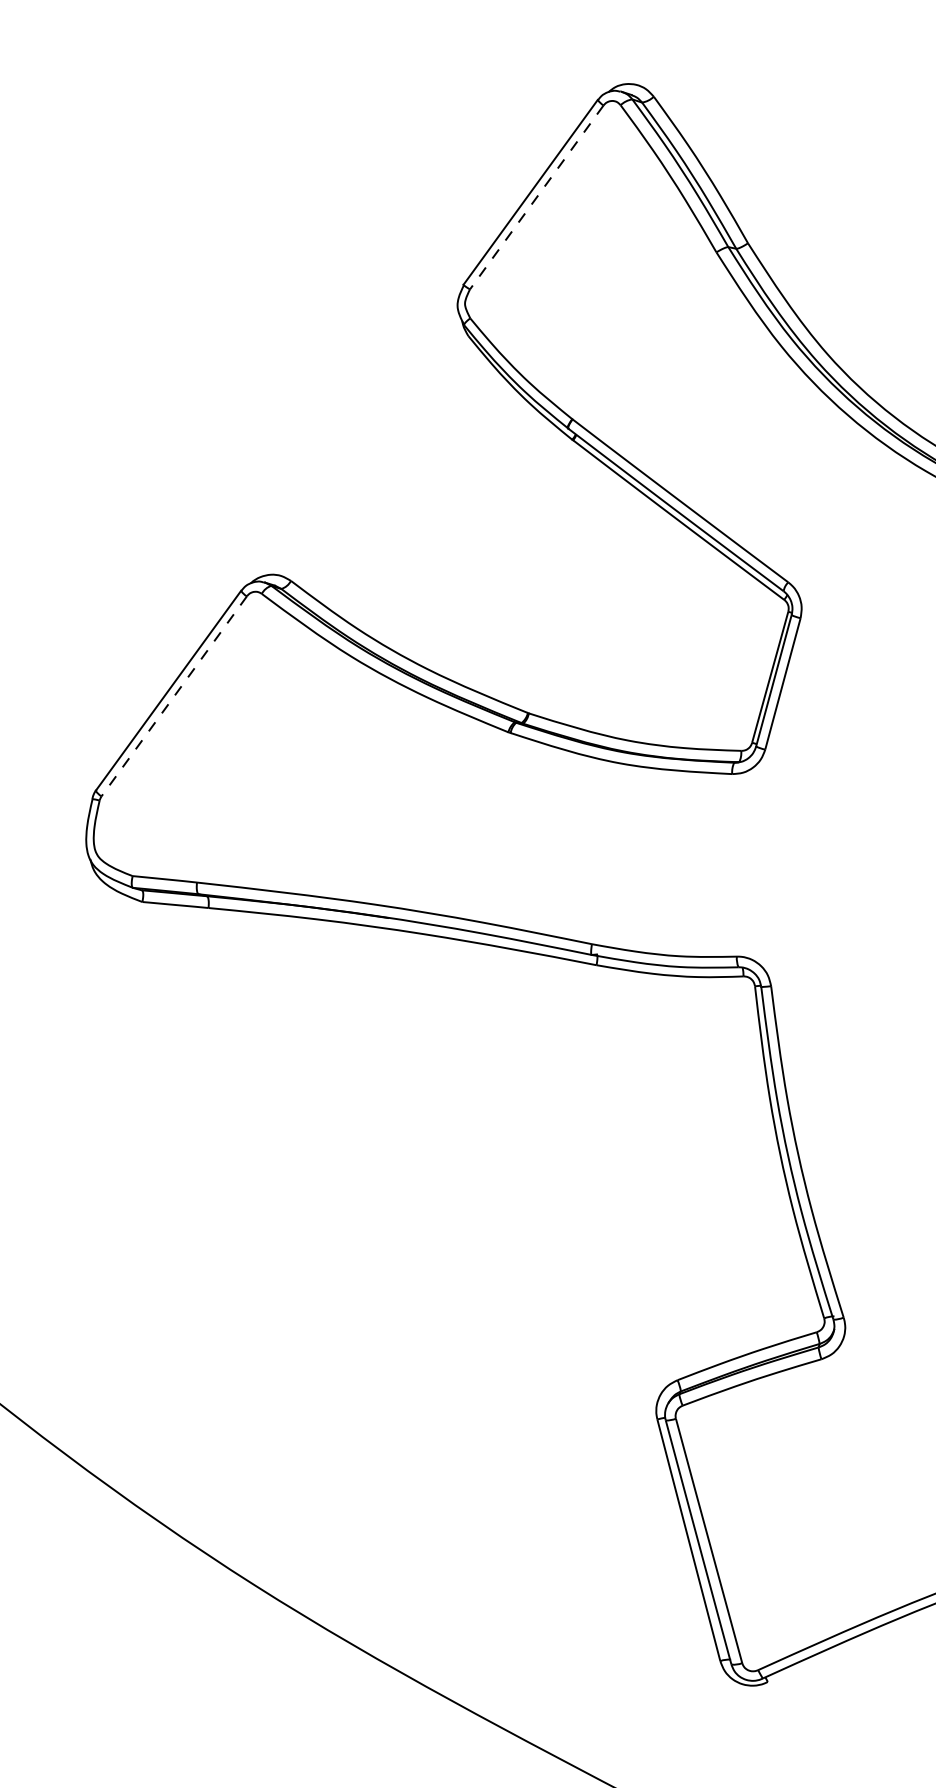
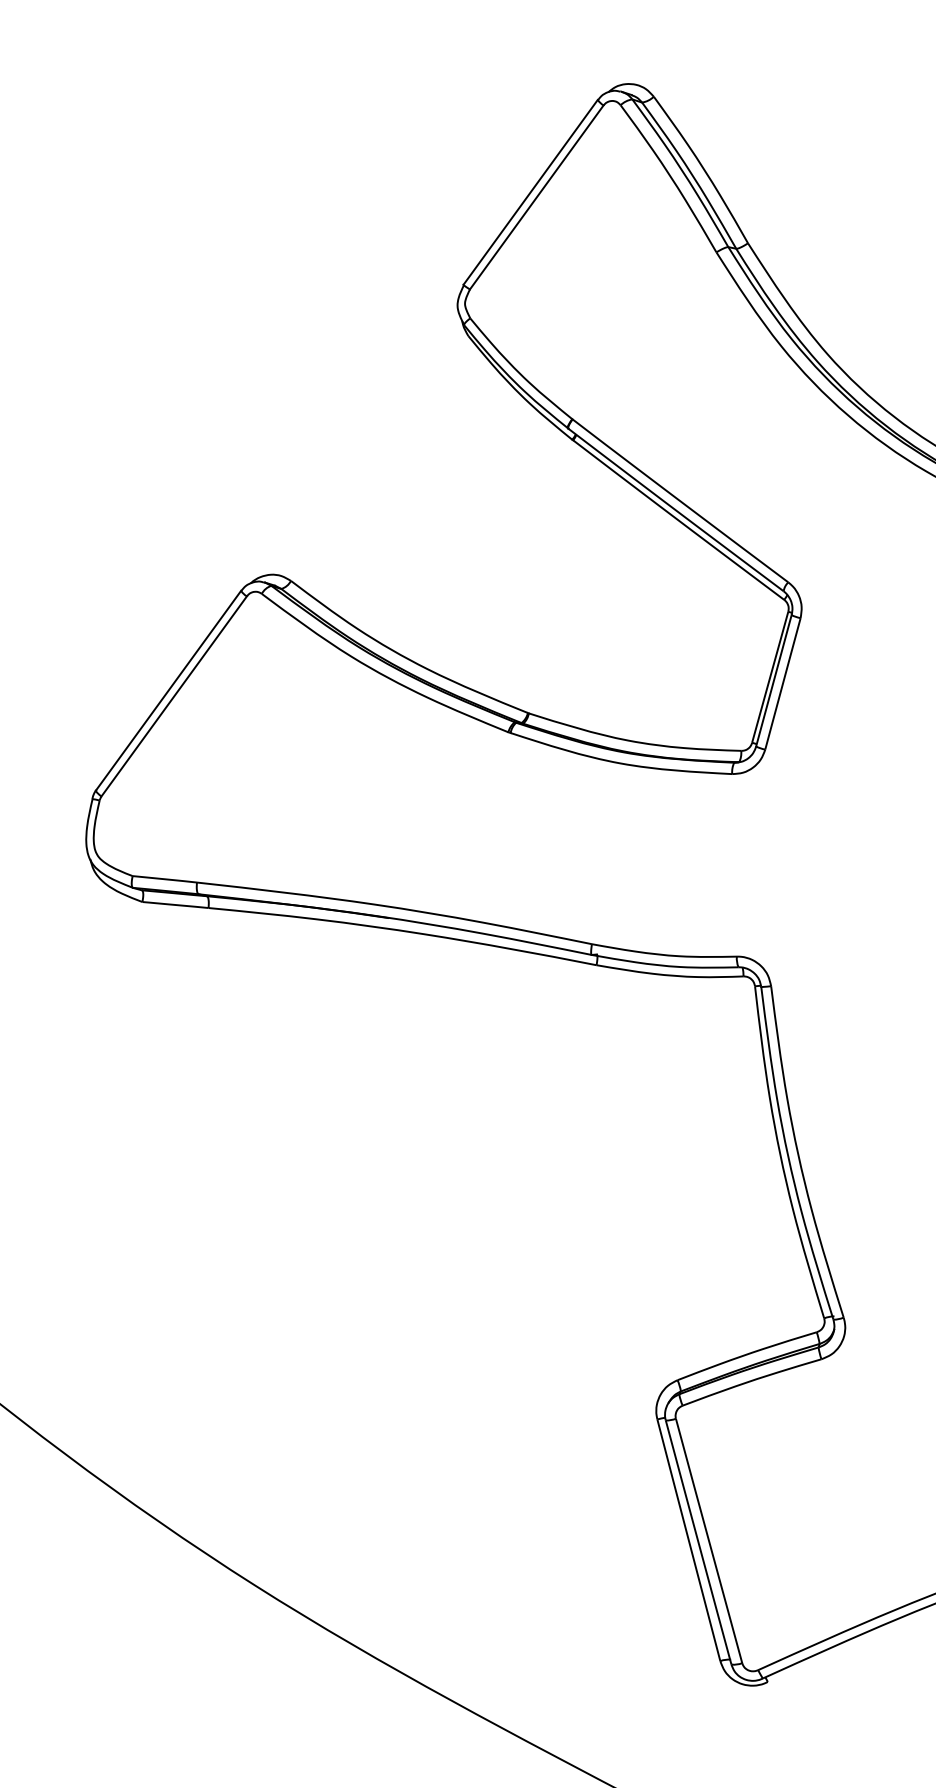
line at (536, 197): dashed -> solid
line at (174, 696): dashed -> solid
